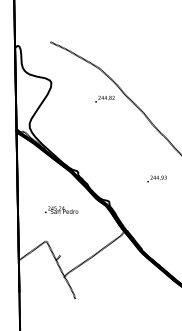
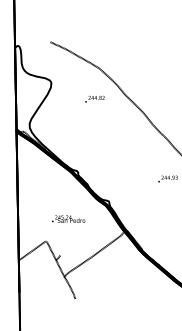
text at (104, 98) position: (104, 98) -> (94, 98)
text at (156, 178) position: (156, 178) -> (167, 178)
text at (61, 209) position: (61, 209) -> (68, 218)
